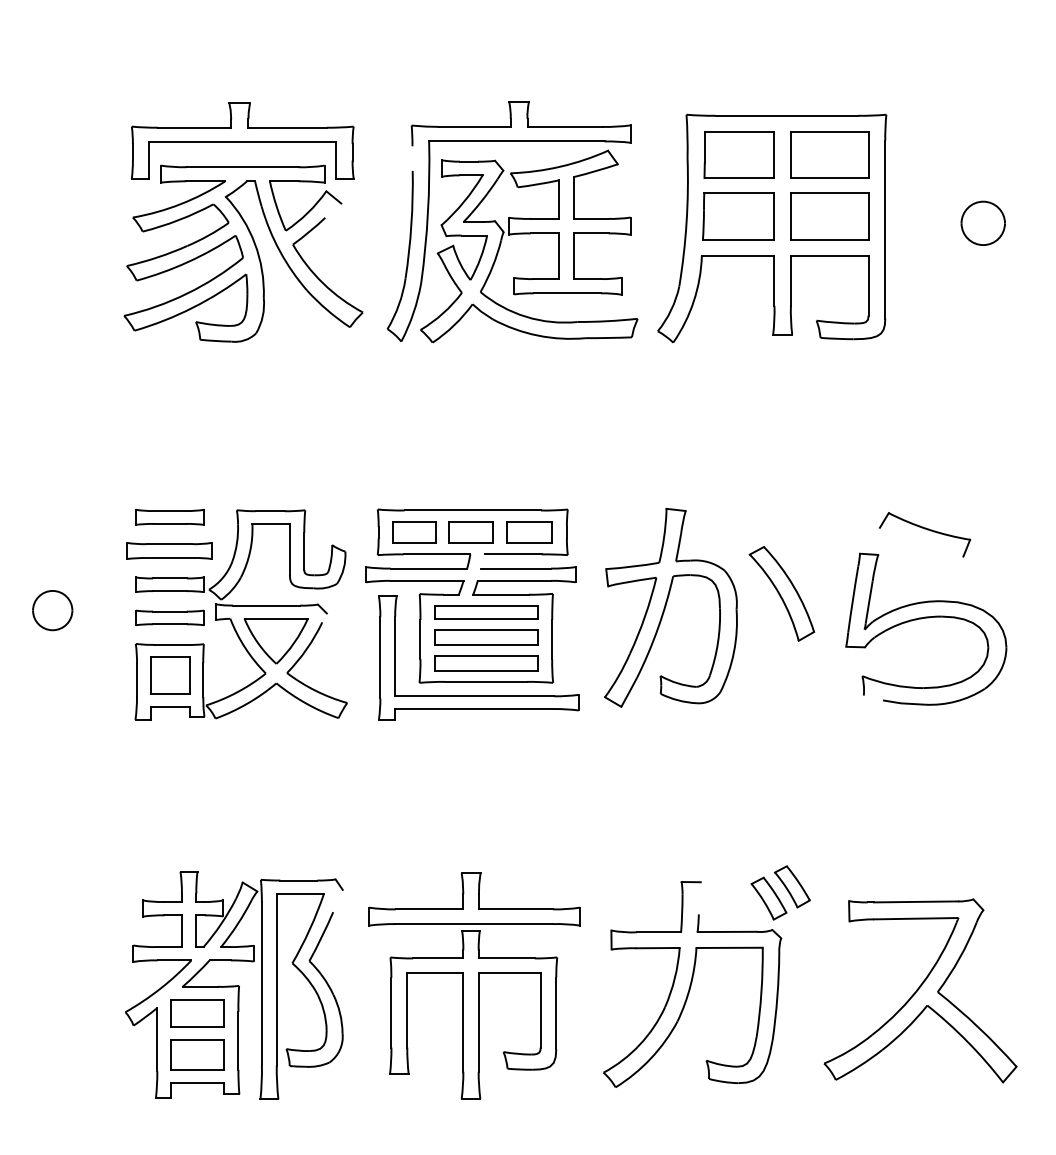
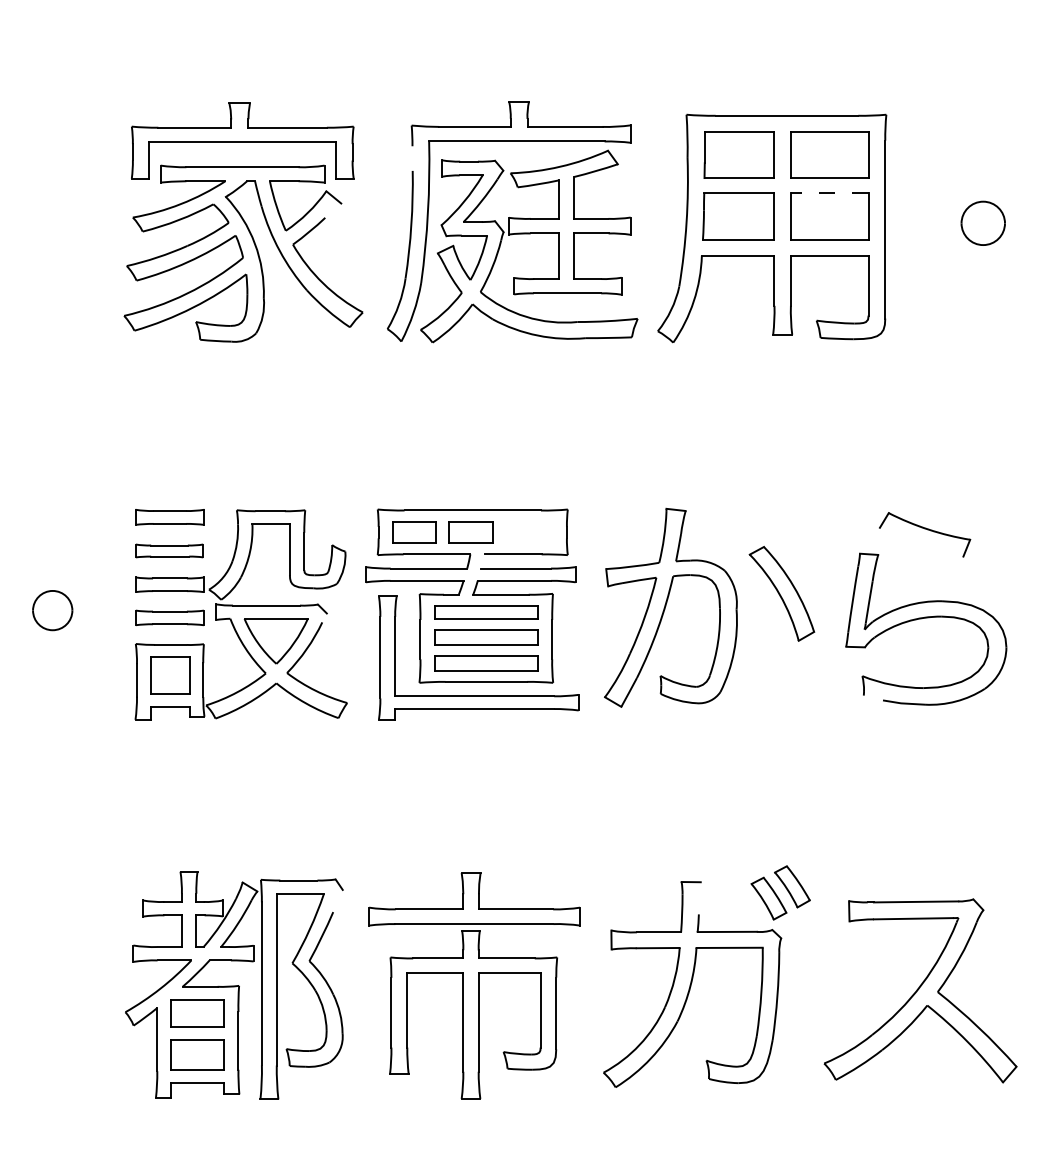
line at (829, 193): solid -> dashed
part at (529, 532): present -> none
part at (169, 550) size: 87x18 px -> 69x16 px
